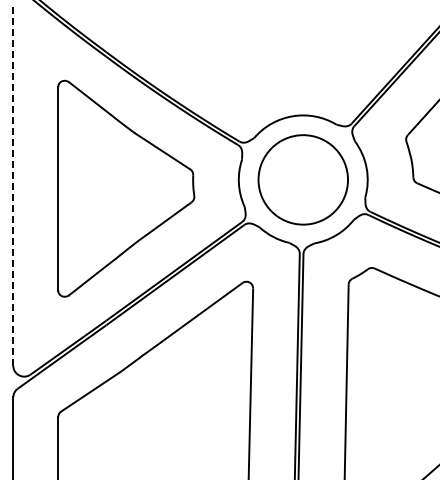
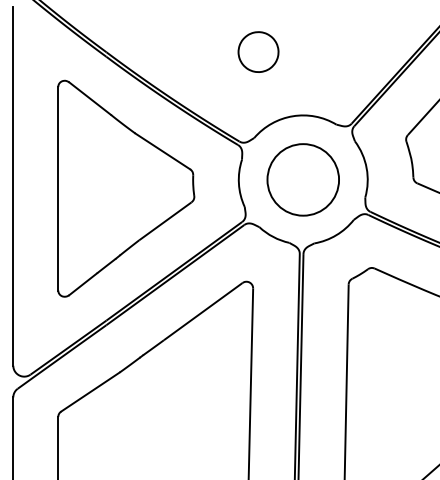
part at (258, 51): none -> present
circle at (303, 179) diameter: 89 px -> 72 px
line at (13, 186): dashed -> solid
